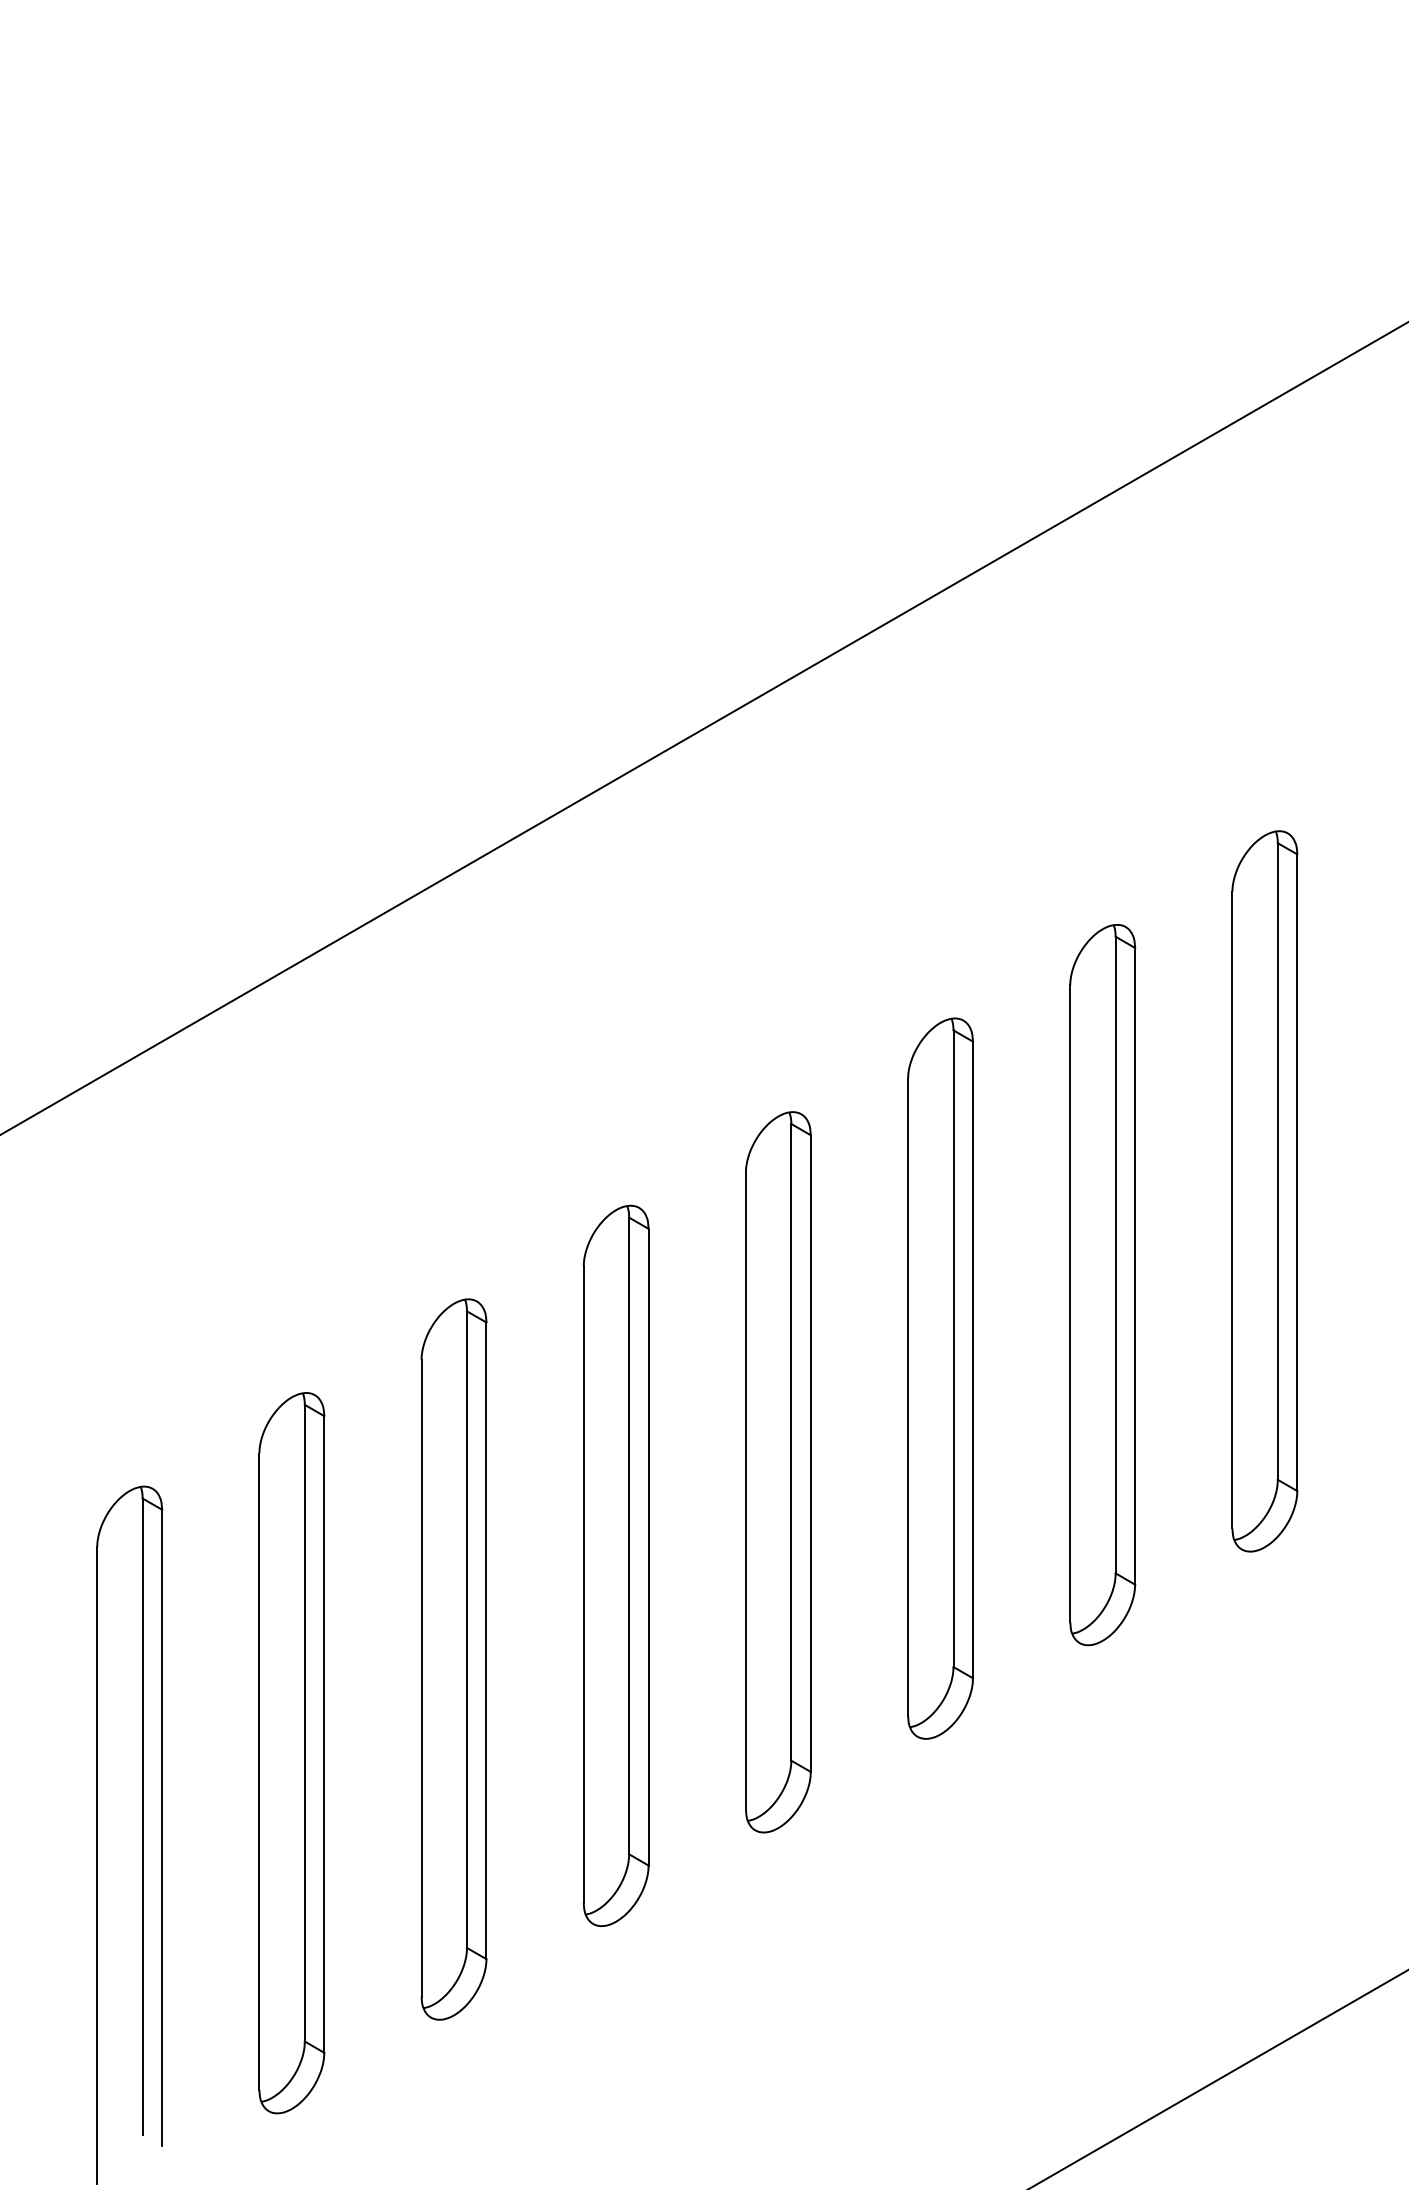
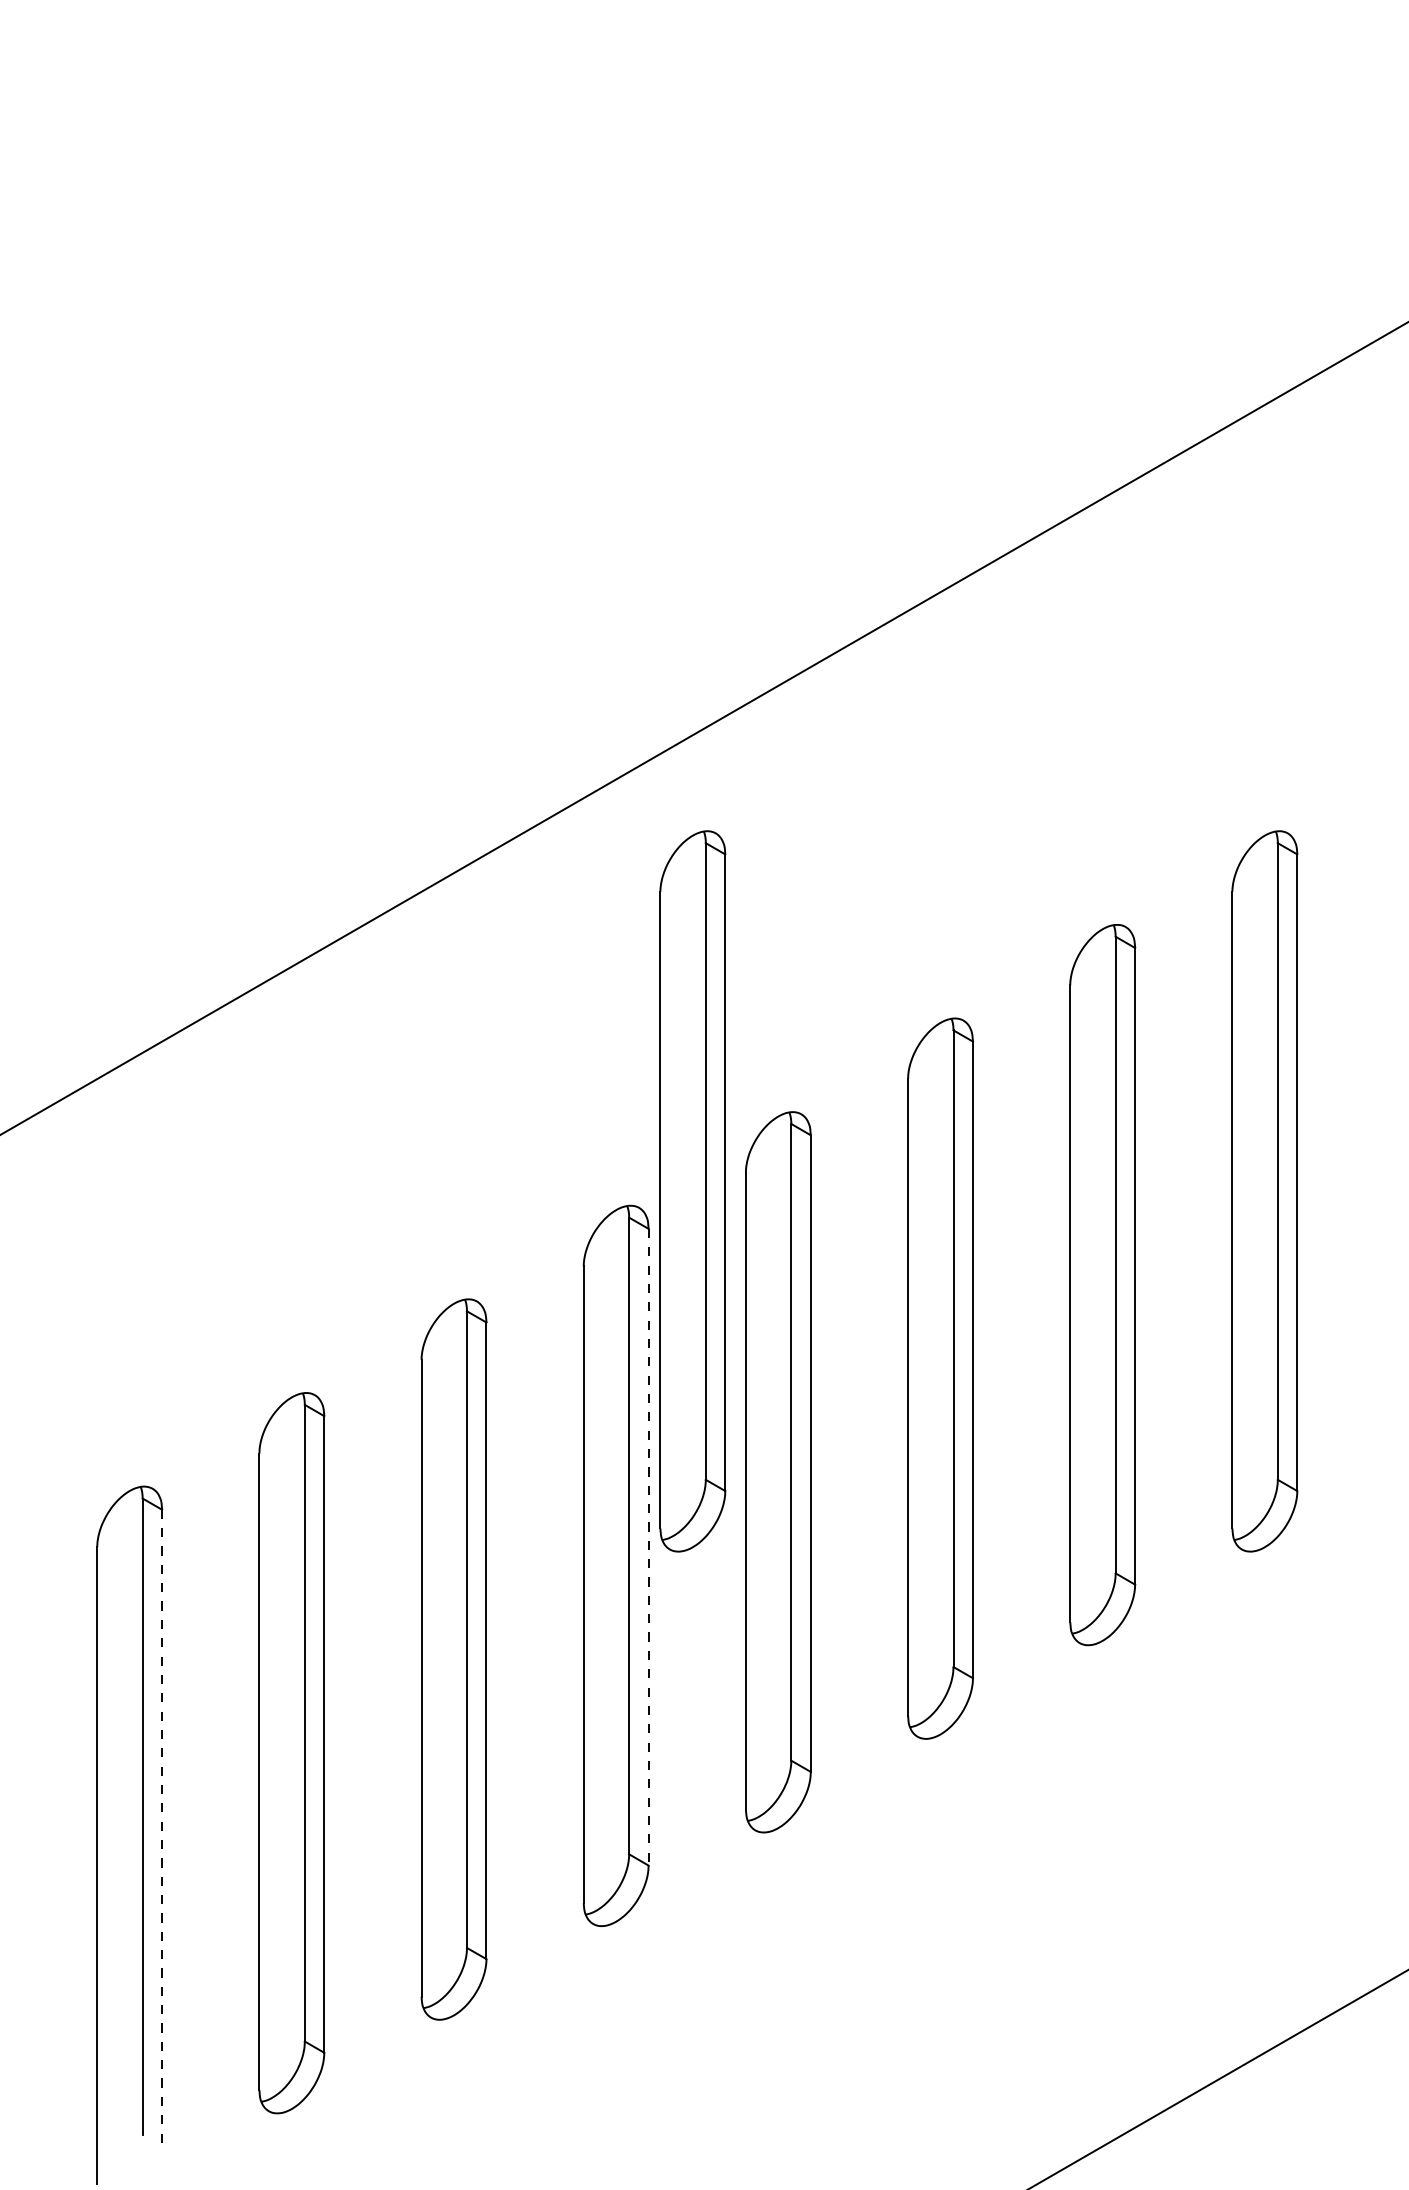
part at (692, 1191): none -> present
line at (648, 1547): solid -> dashed
line at (162, 1828): solid -> dashed
